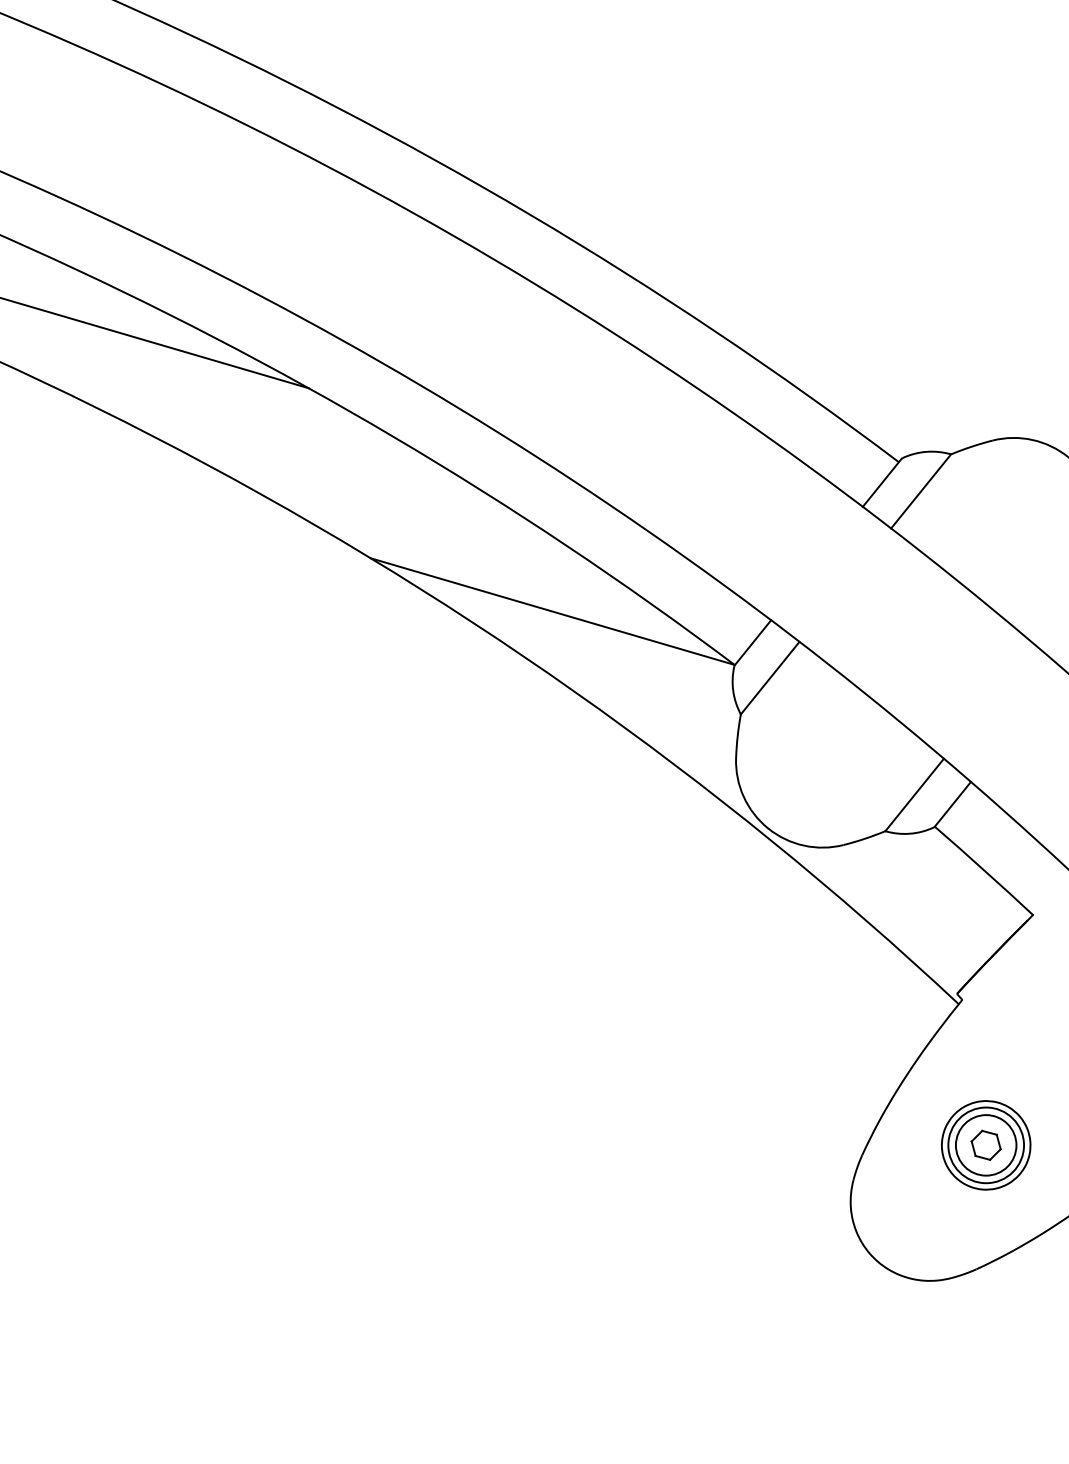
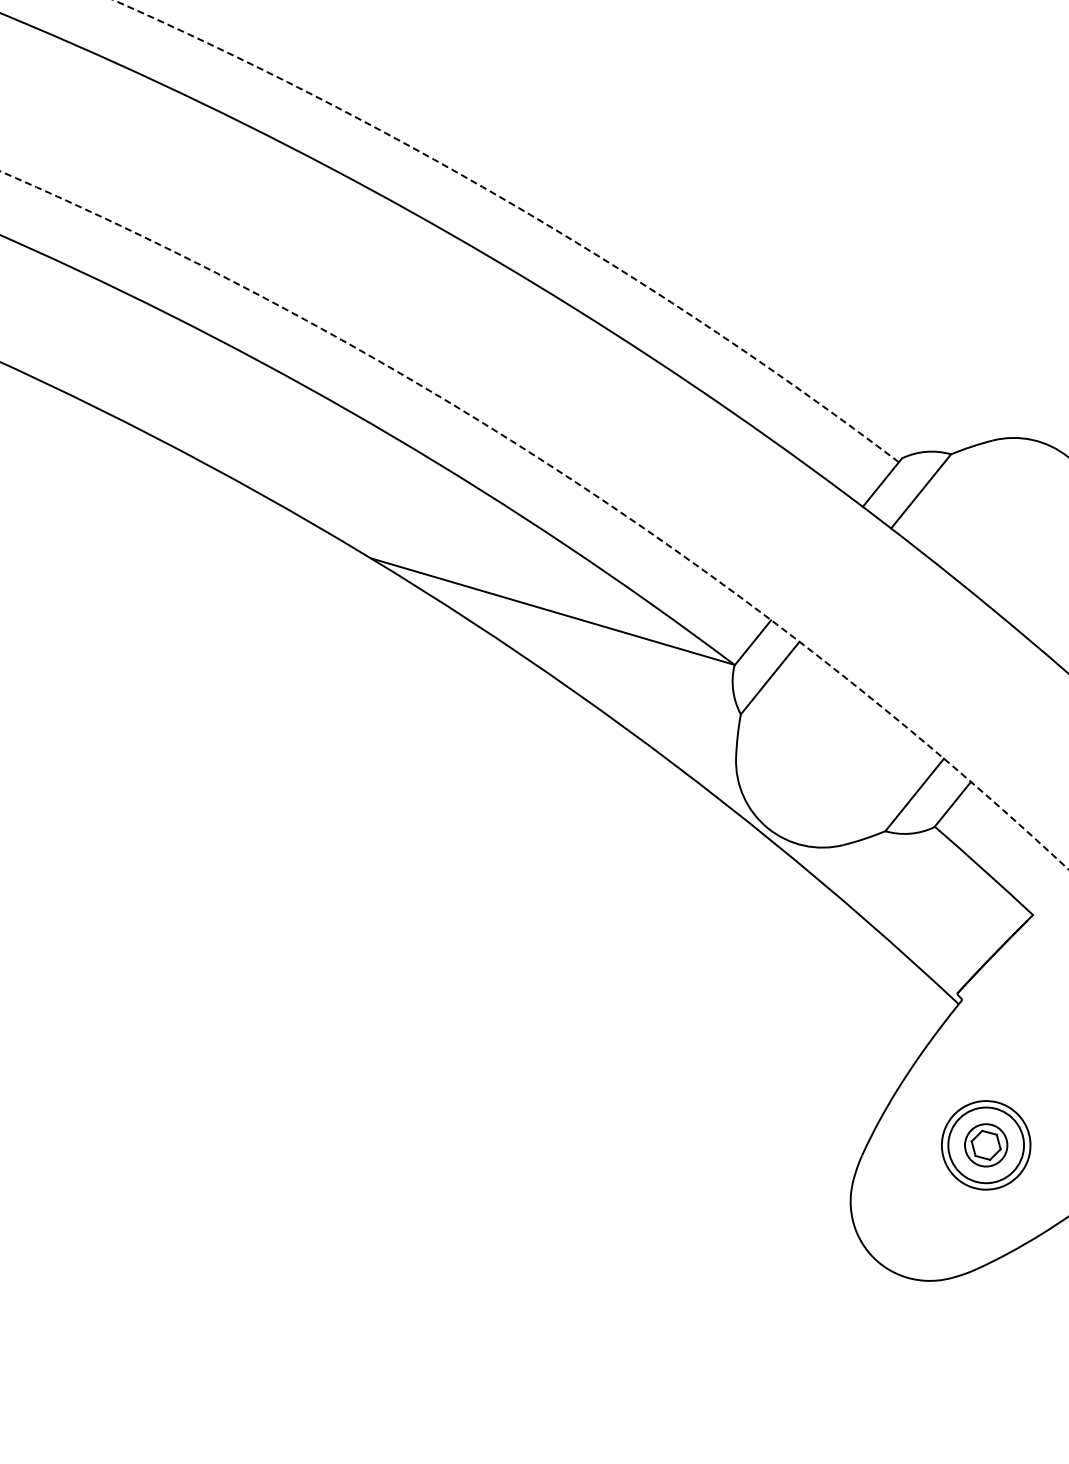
arc at (518, 207): solid -> dashed
line at (155, 343): present -> none
arc at (564, 475): solid -> dashed
circle at (985, 1145) diameter: 61 px -> 42 px
